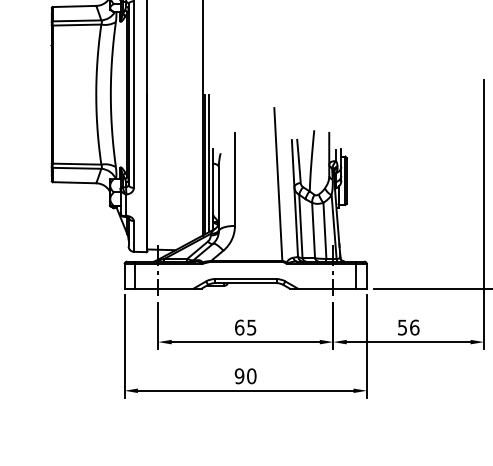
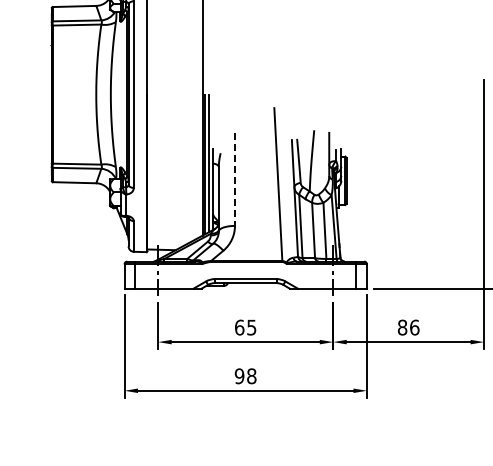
line at (234, 179): solid -> dashed
text at (402, 327): 56 -> 86
text at (251, 375): 90 -> 98
